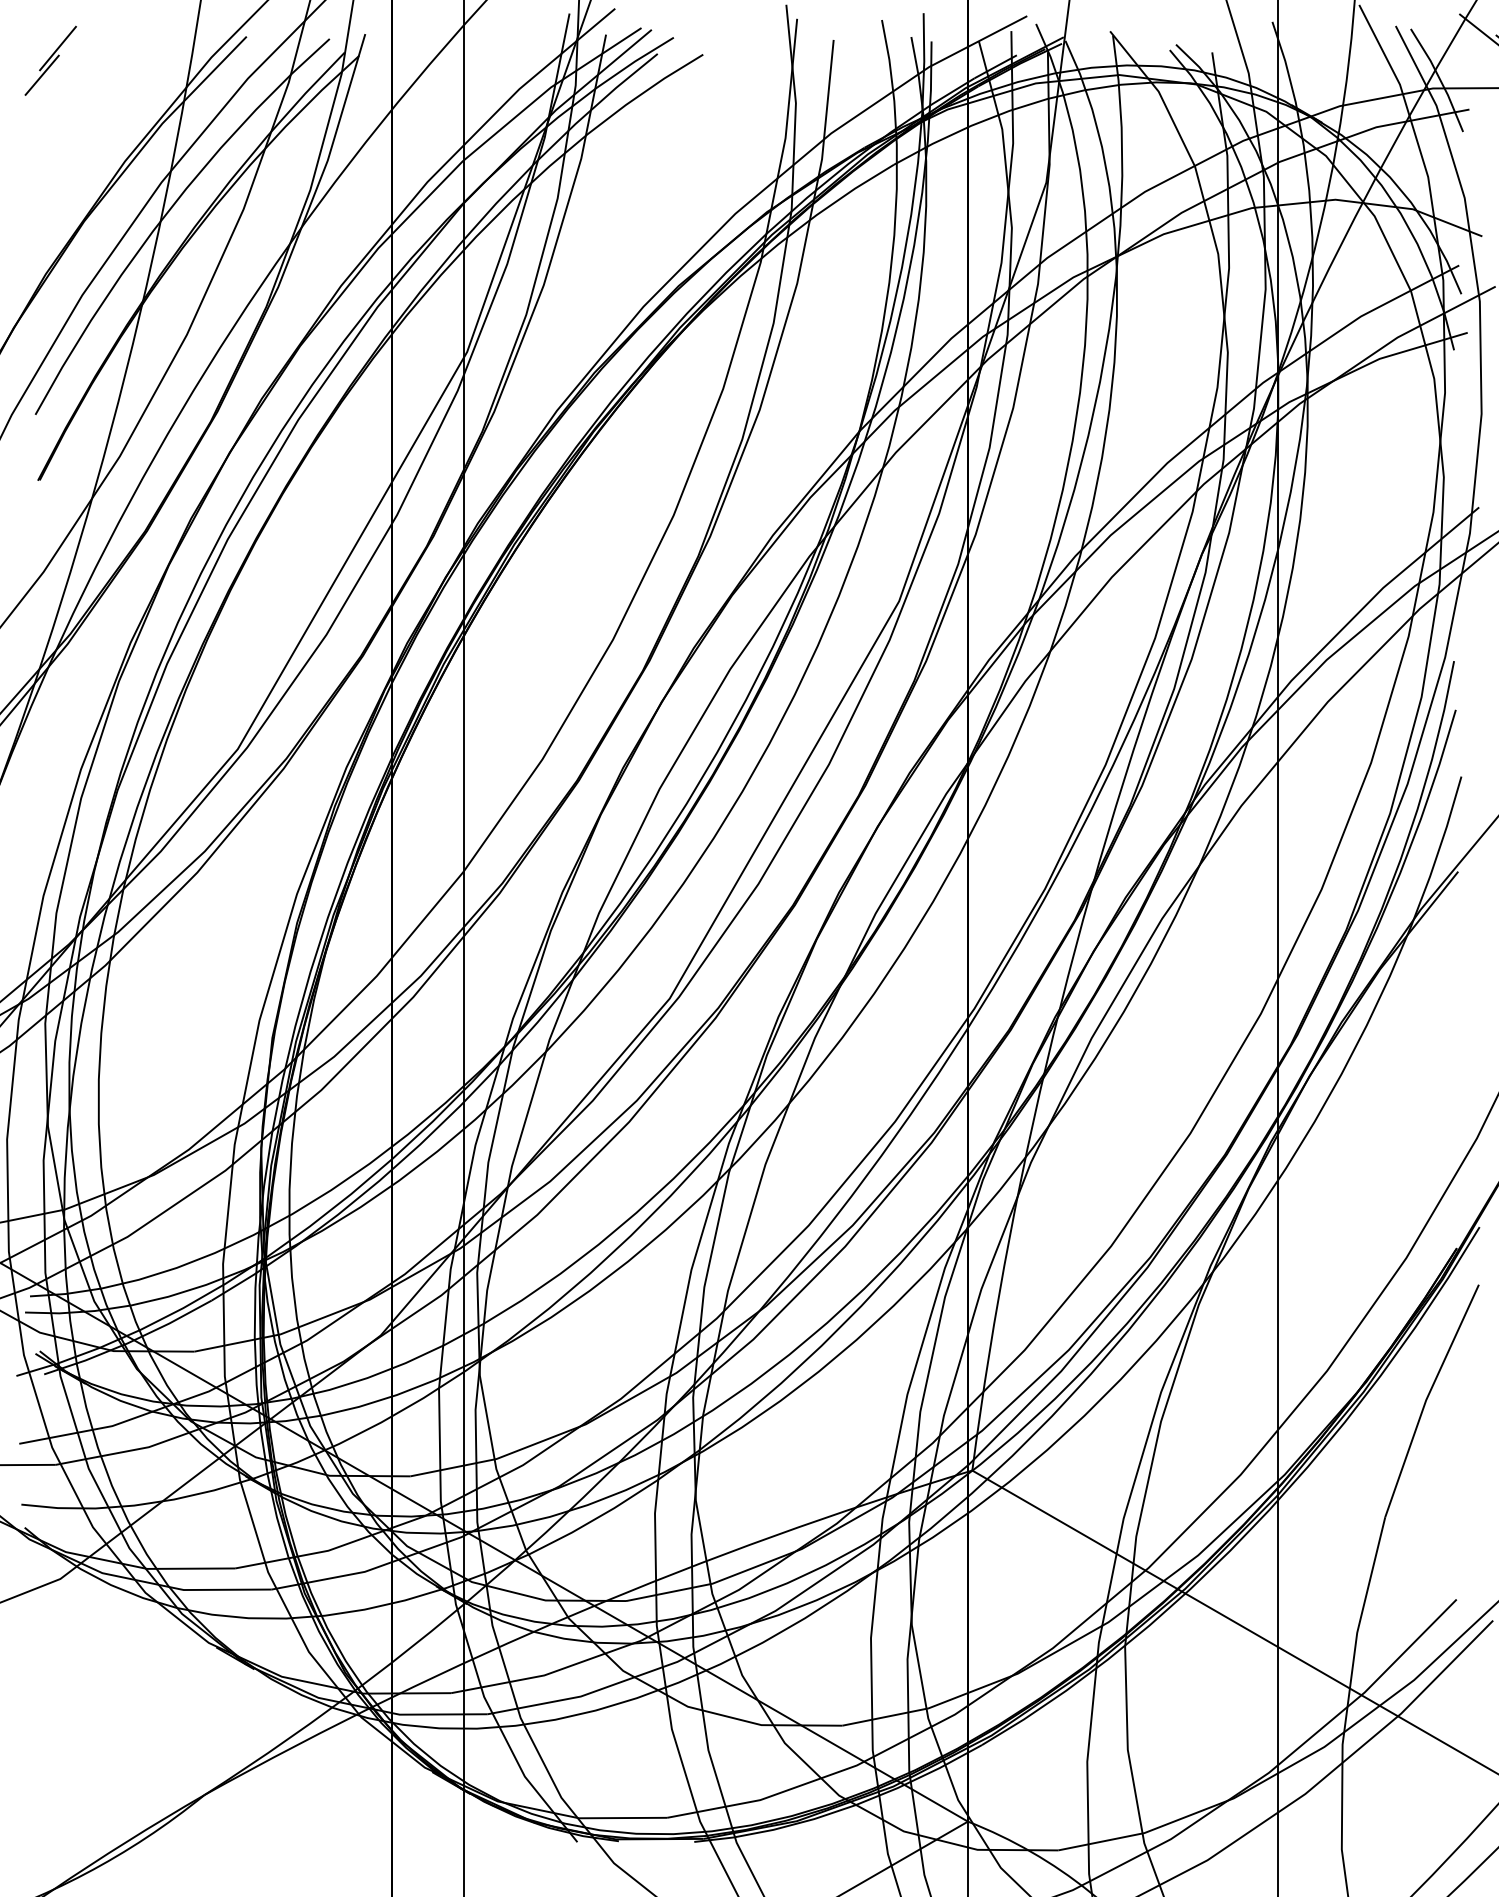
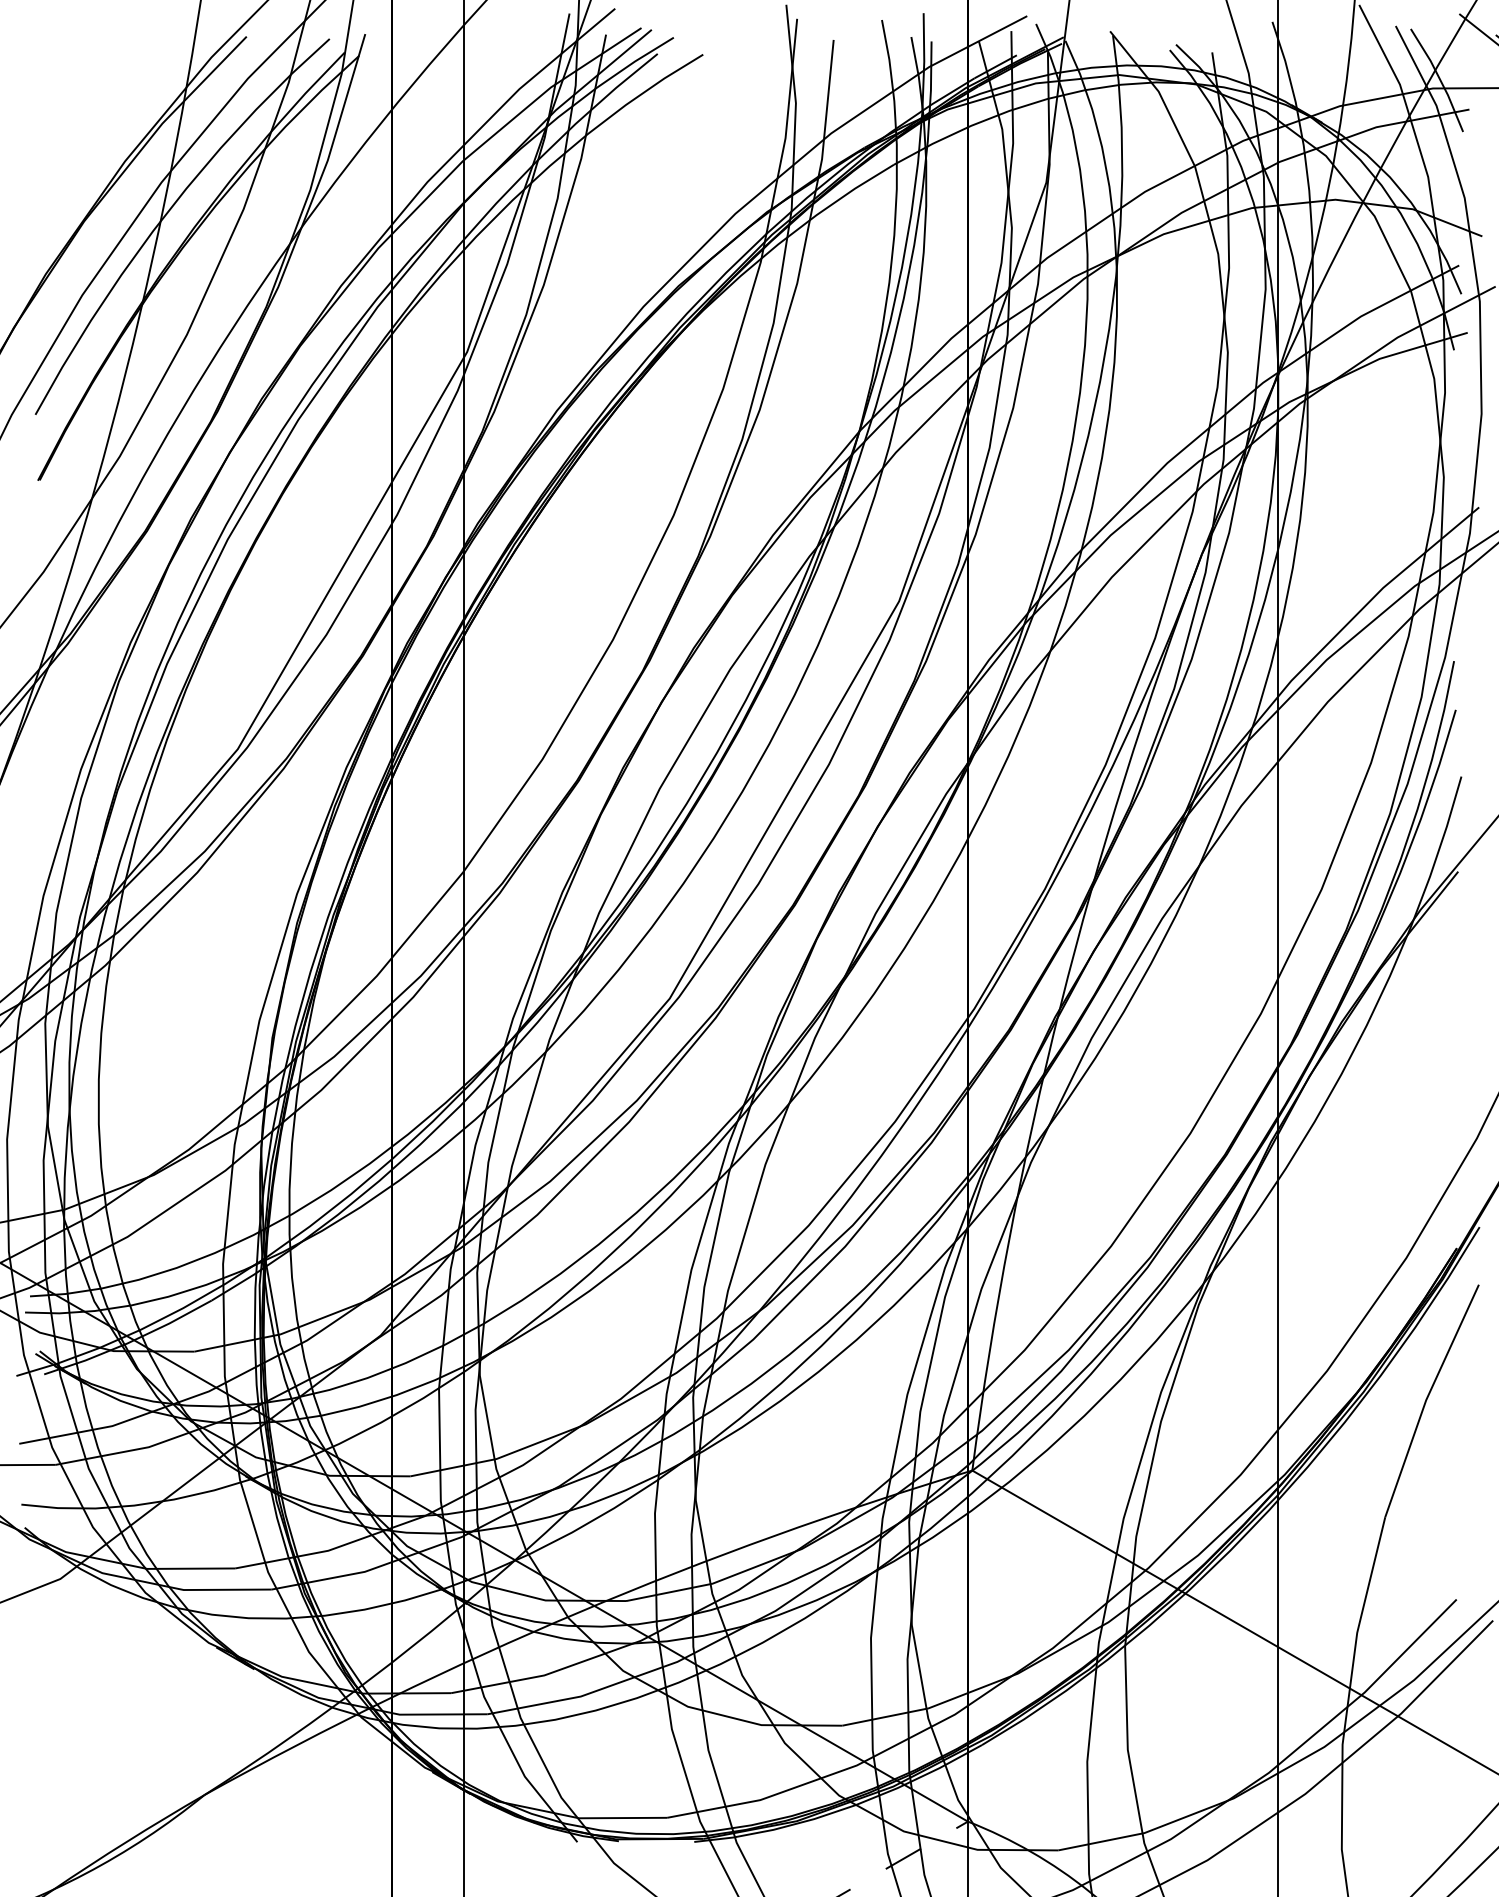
part at (50, 60): present -> none
line at (903, 1859): solid -> dashed
